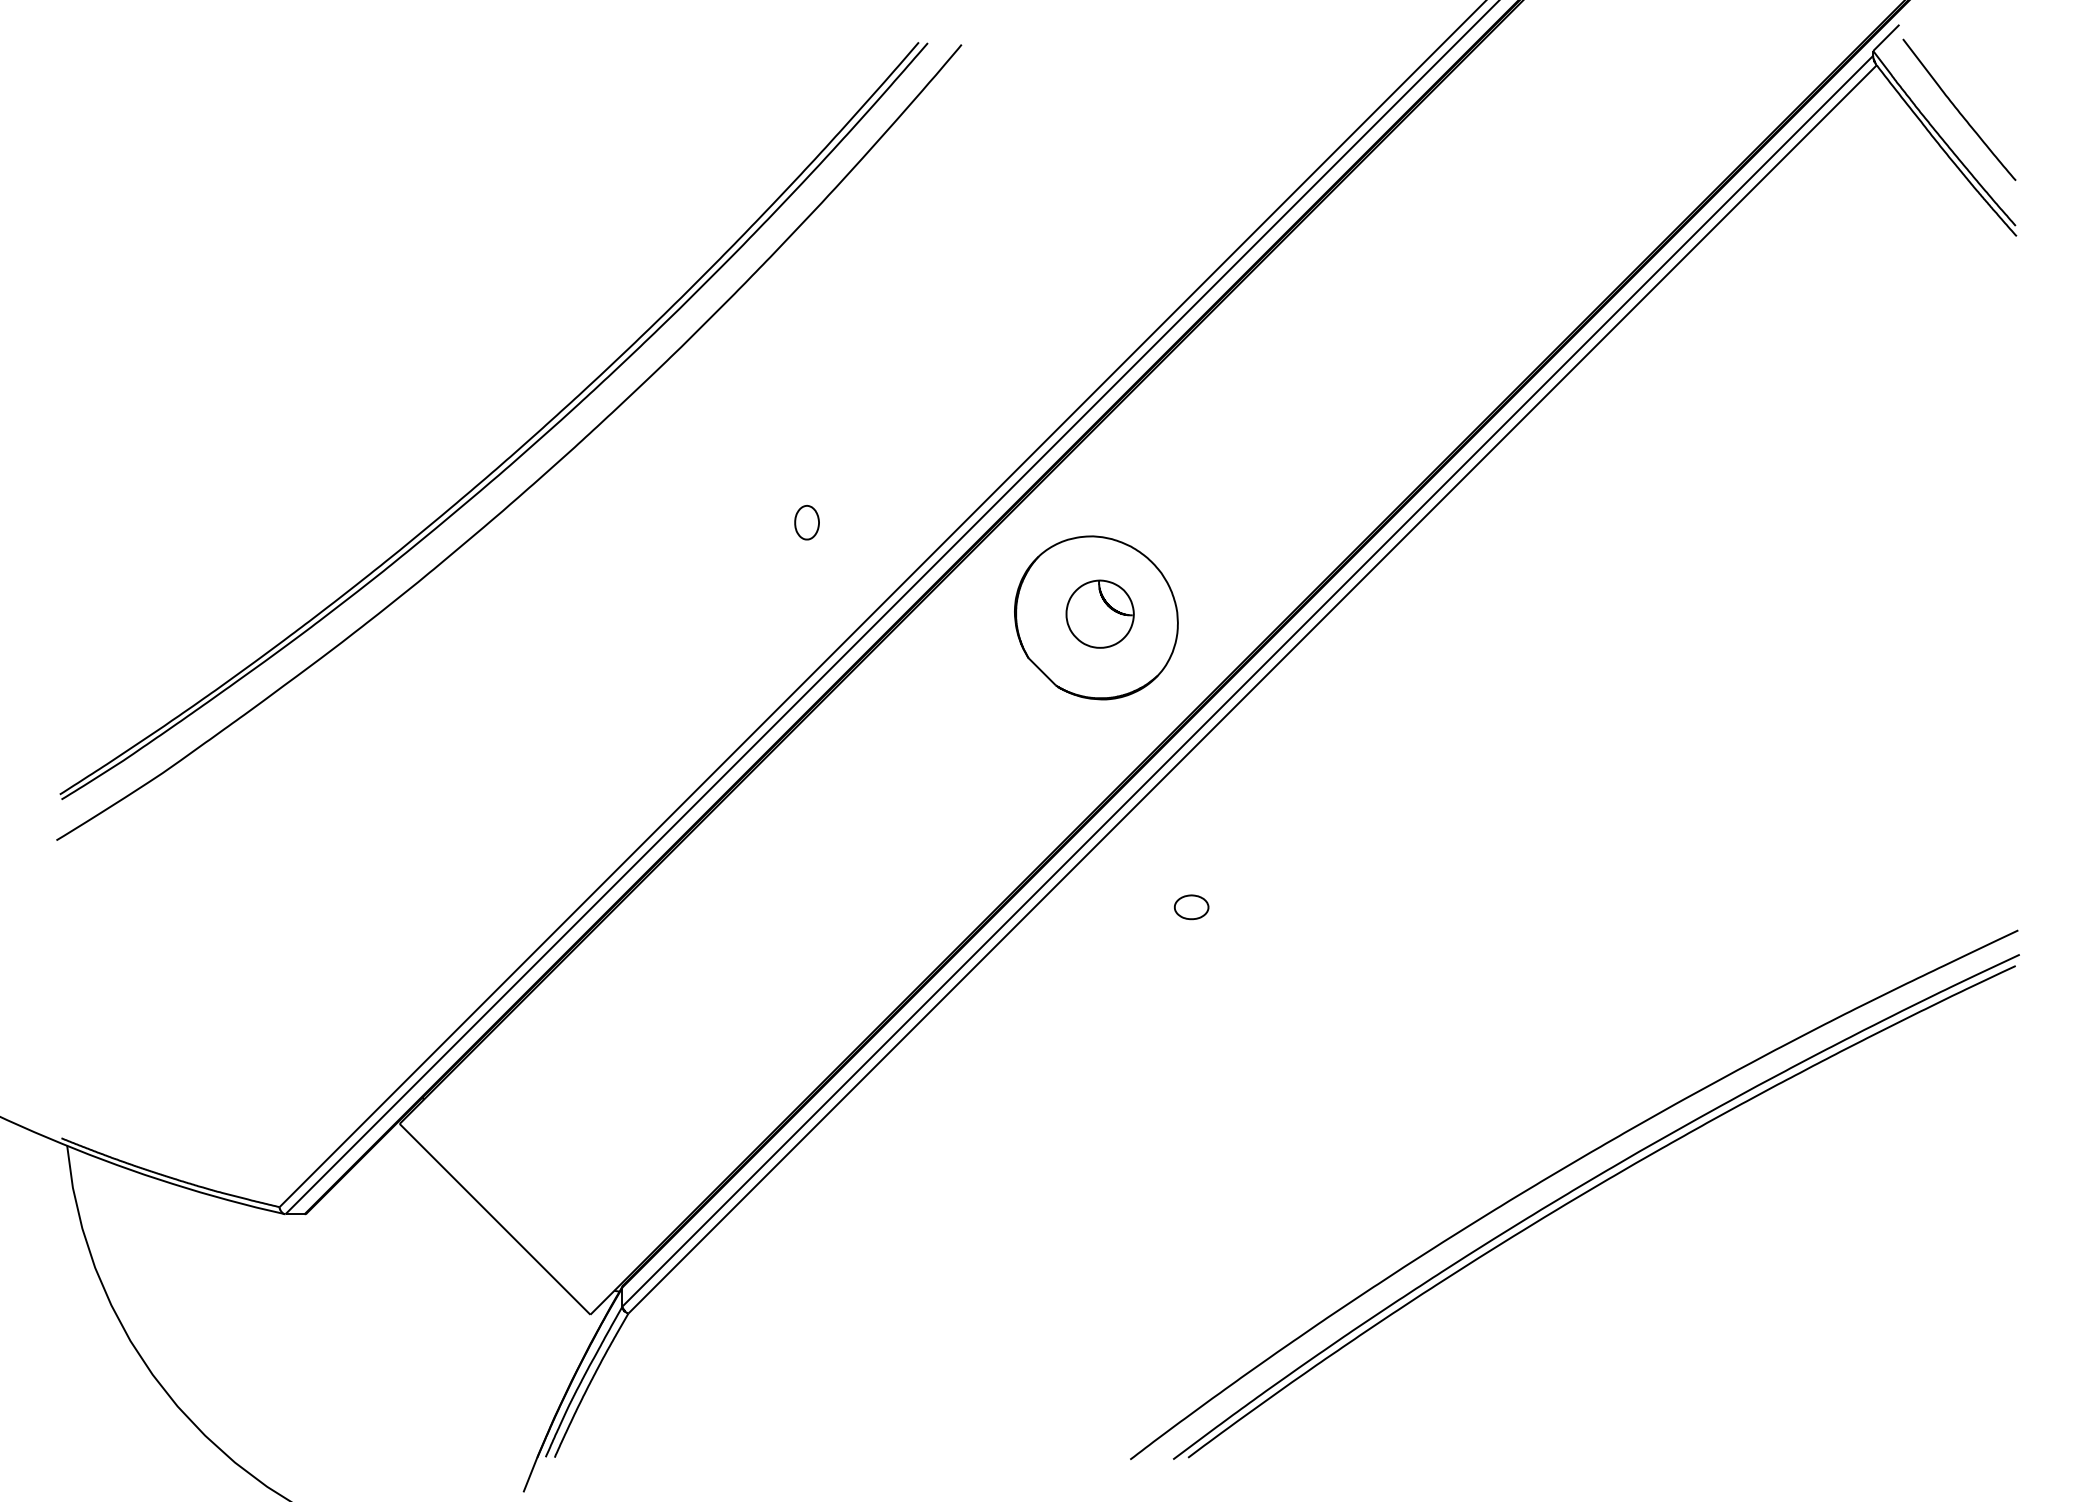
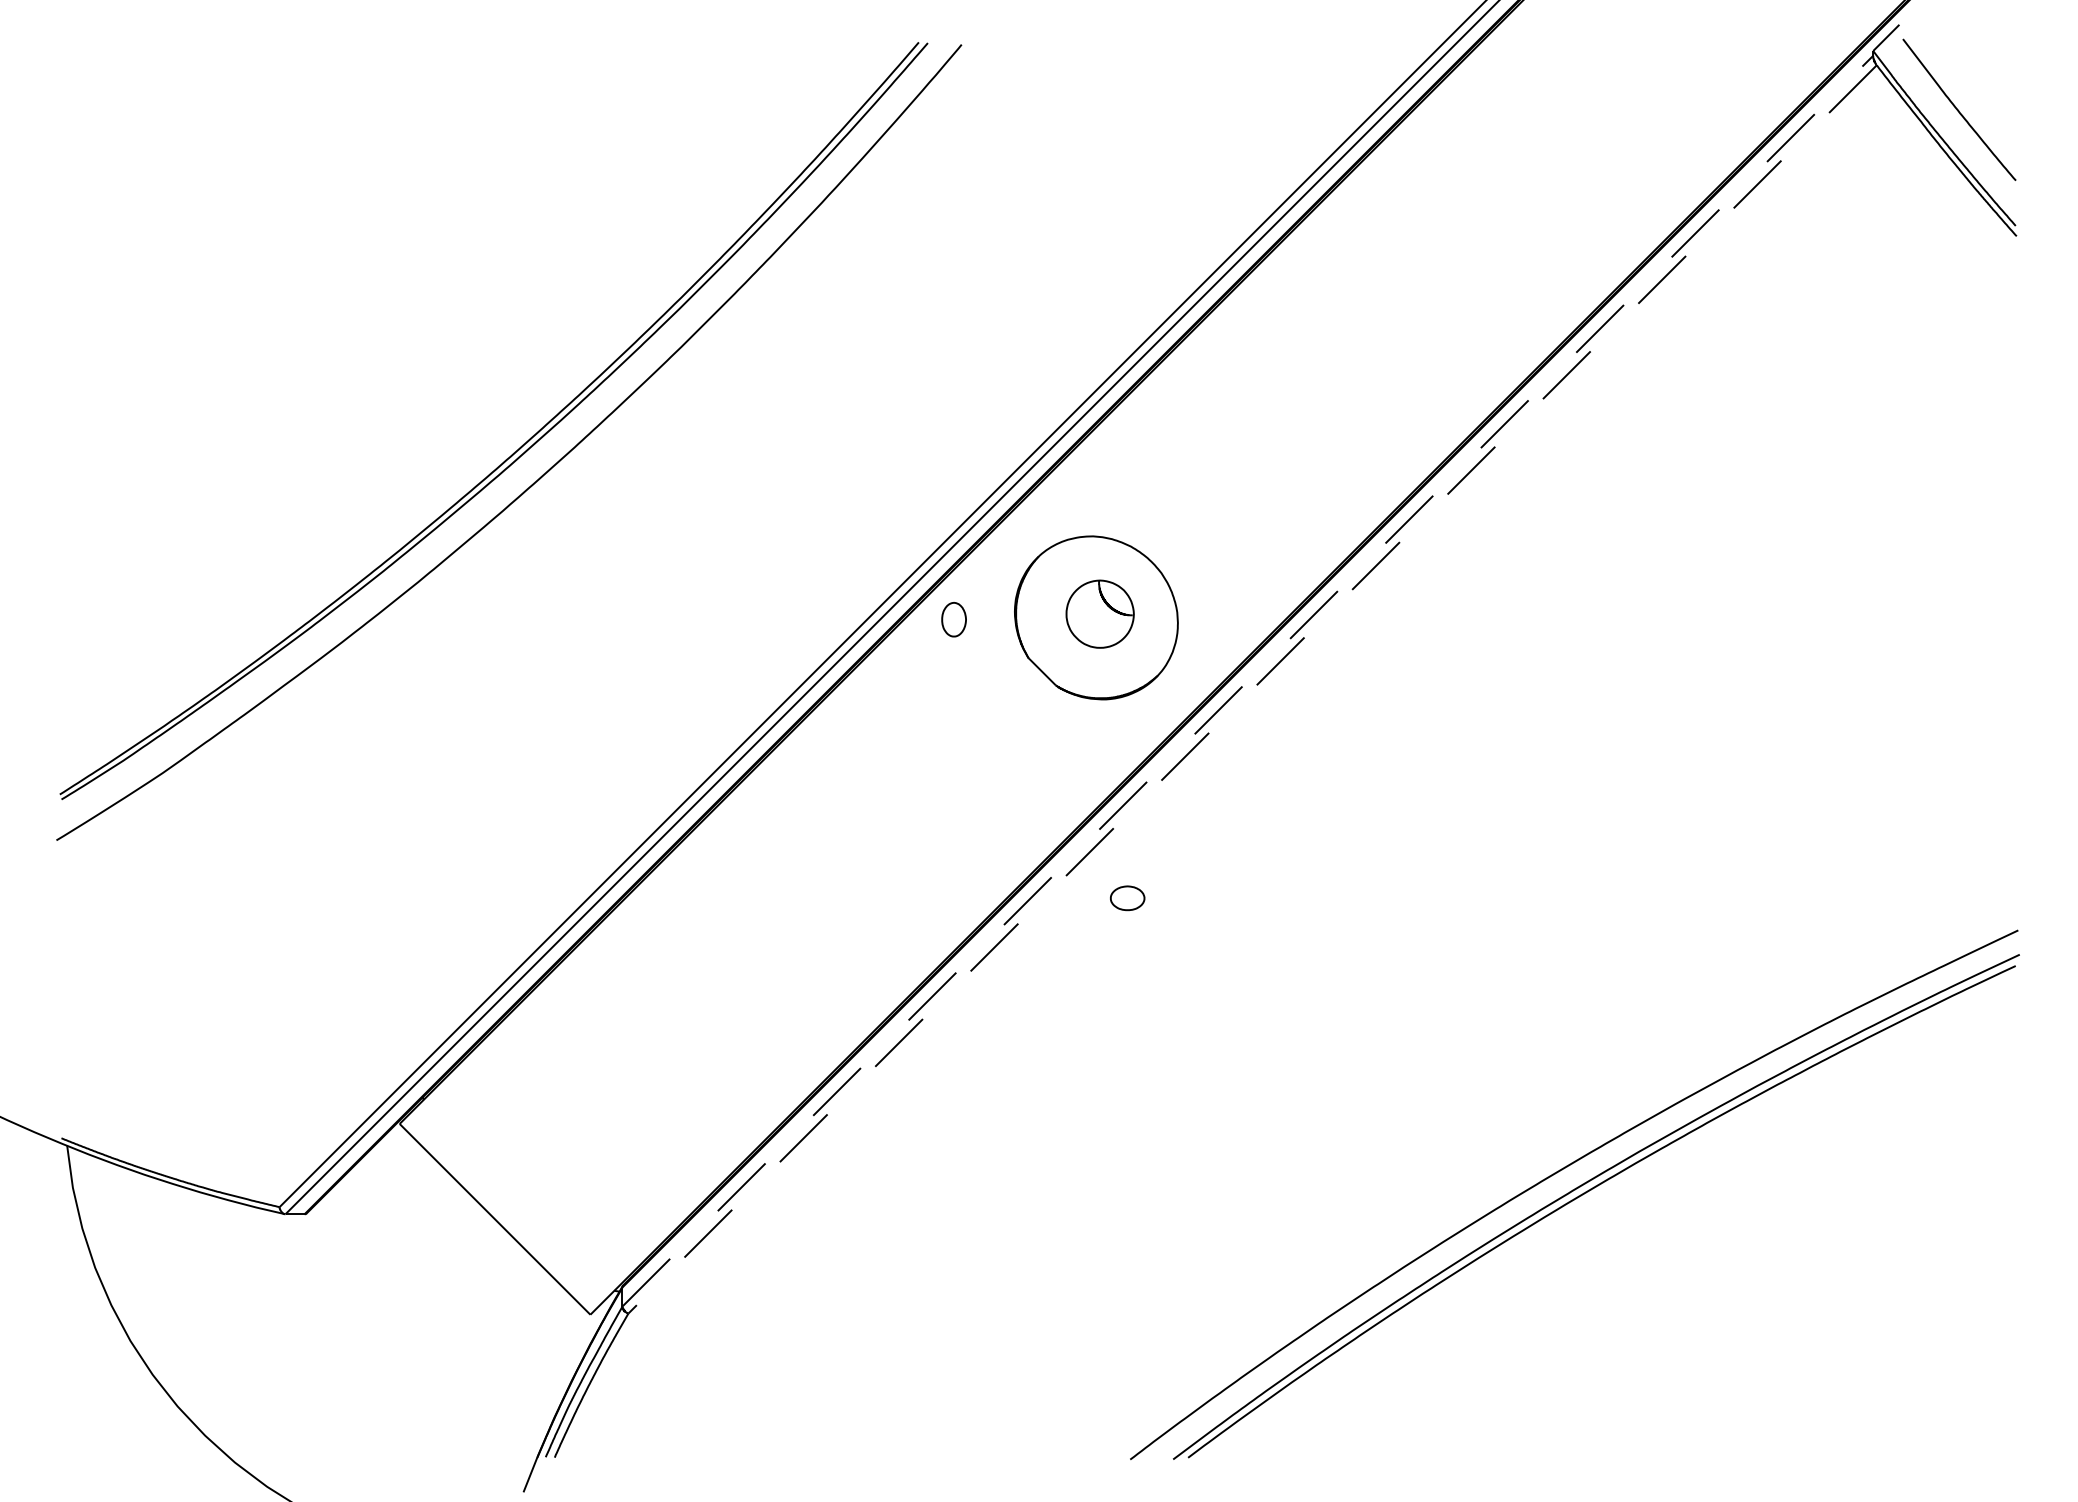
part at (806, 522) position: (806, 522) -> (953, 619)
line at (1248, 680): solid -> dashed
line at (1252, 689): solid -> dashed
part at (1191, 907) position: (1191, 907) -> (1127, 898)
